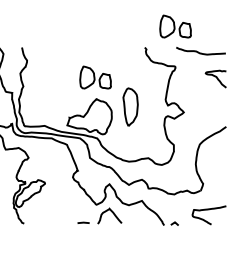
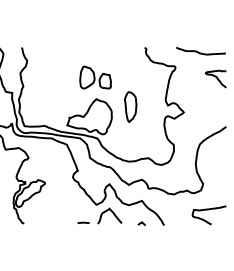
part at (175, 26): present -> none
part at (130, 106) size: 17x40 px -> 14x32 px
curve at (174, 223) position: (174, 223) -> (141, 223)
